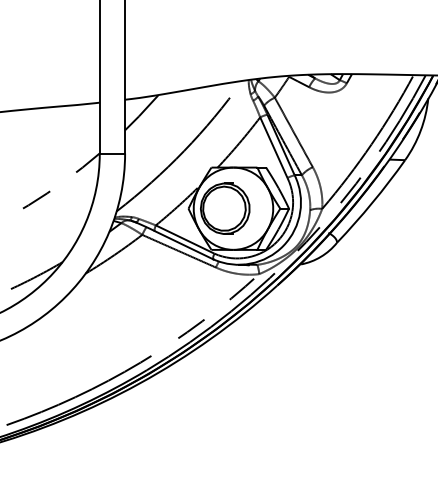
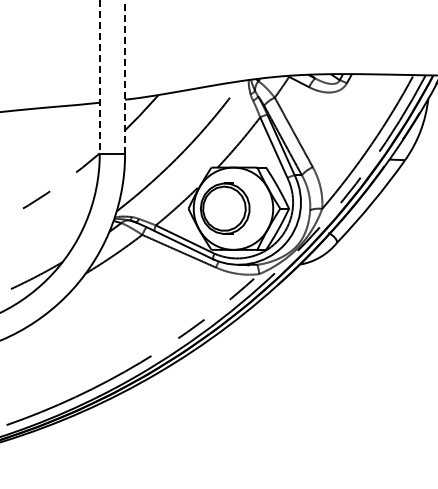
line at (125, 76): solid -> dashed
line at (99, 77): solid -> dashed
